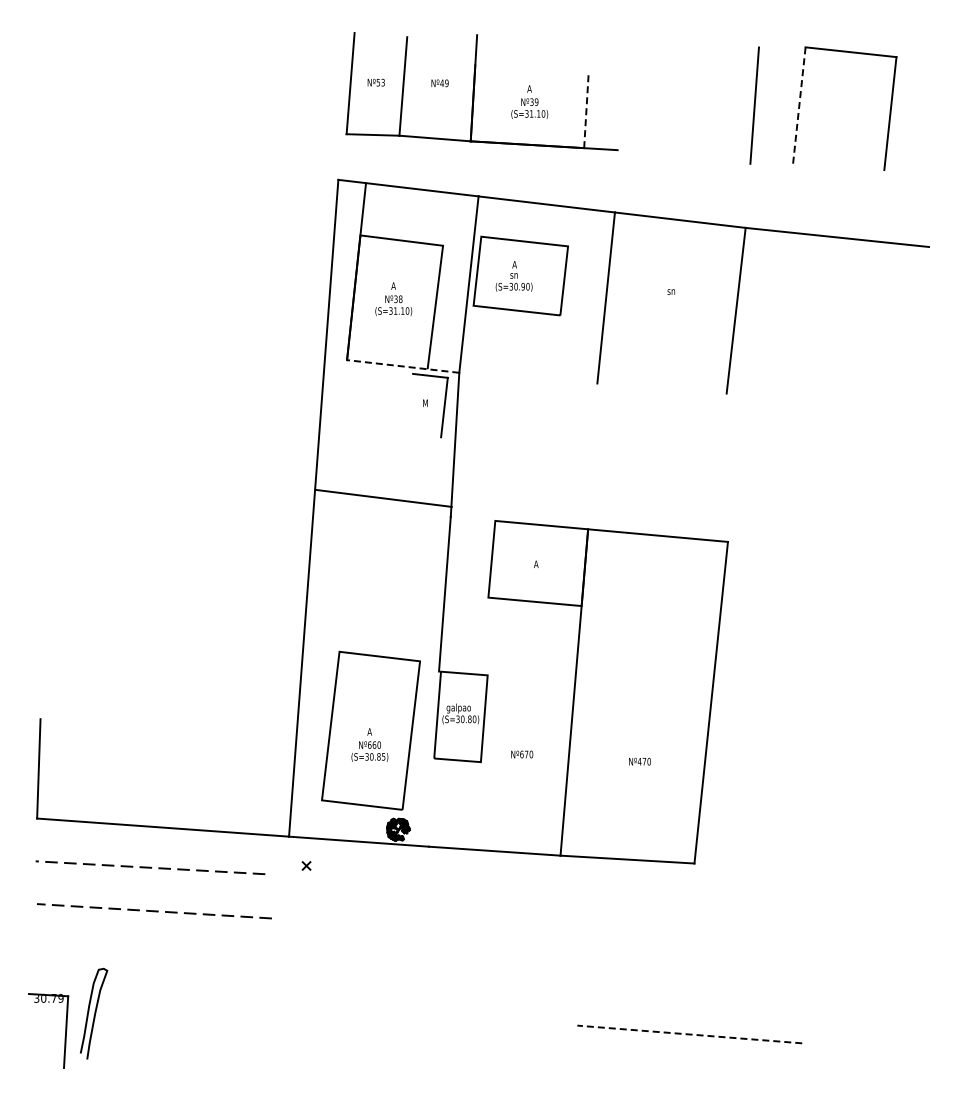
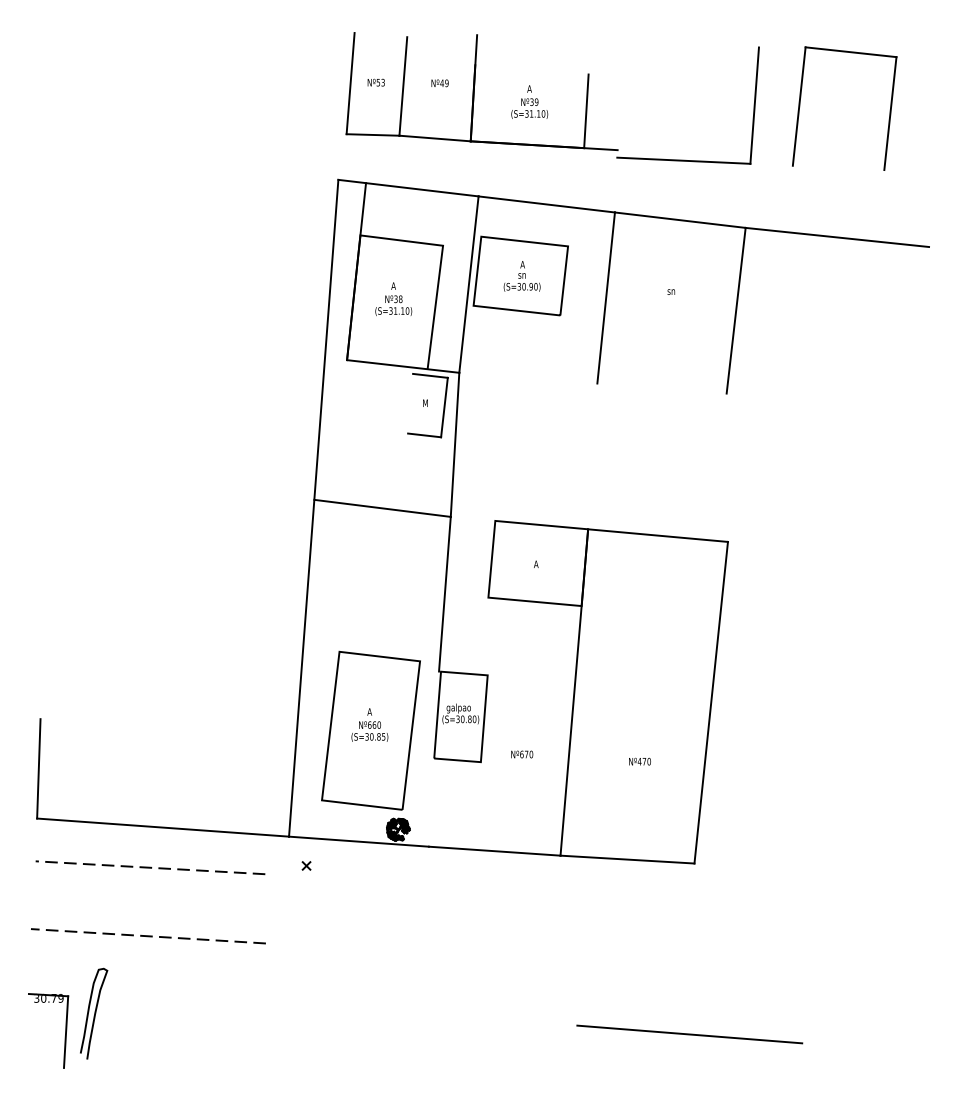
line at (799, 106): dashed -> solid
line at (586, 111): dashed -> solid
line at (683, 160): none -> present
text at (513, 276) position: (513, 276) -> (521, 276)
line at (402, 366): dashed -> solid
line at (424, 435): none -> present
line at (383, 497) position: (383, 497) -> (382, 507)
text at (369, 744) position: (369, 744) -> (369, 724)
line at (154, 911) position: (154, 911) -> (148, 936)
line at (689, 1034): dashed -> solid
